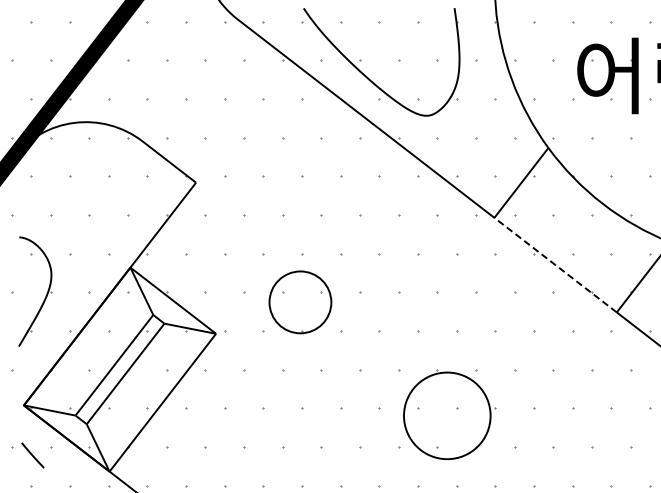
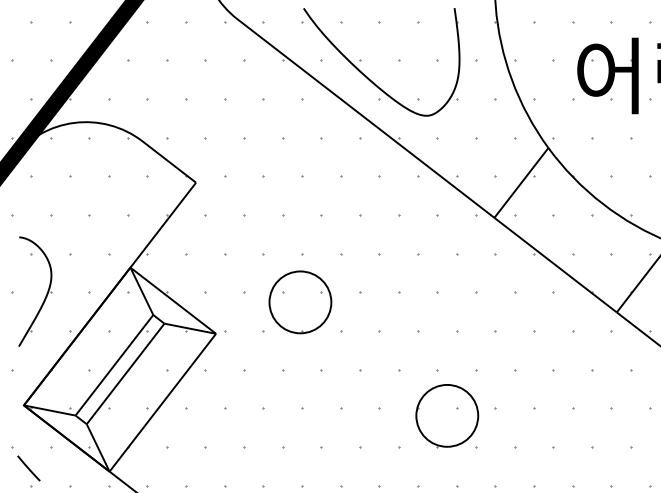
line at (555, 264): dashed -> solid
circle at (446, 415) diameter: 87 px -> 62 px
line at (32, 455) position: (32, 455) -> (28, 468)
